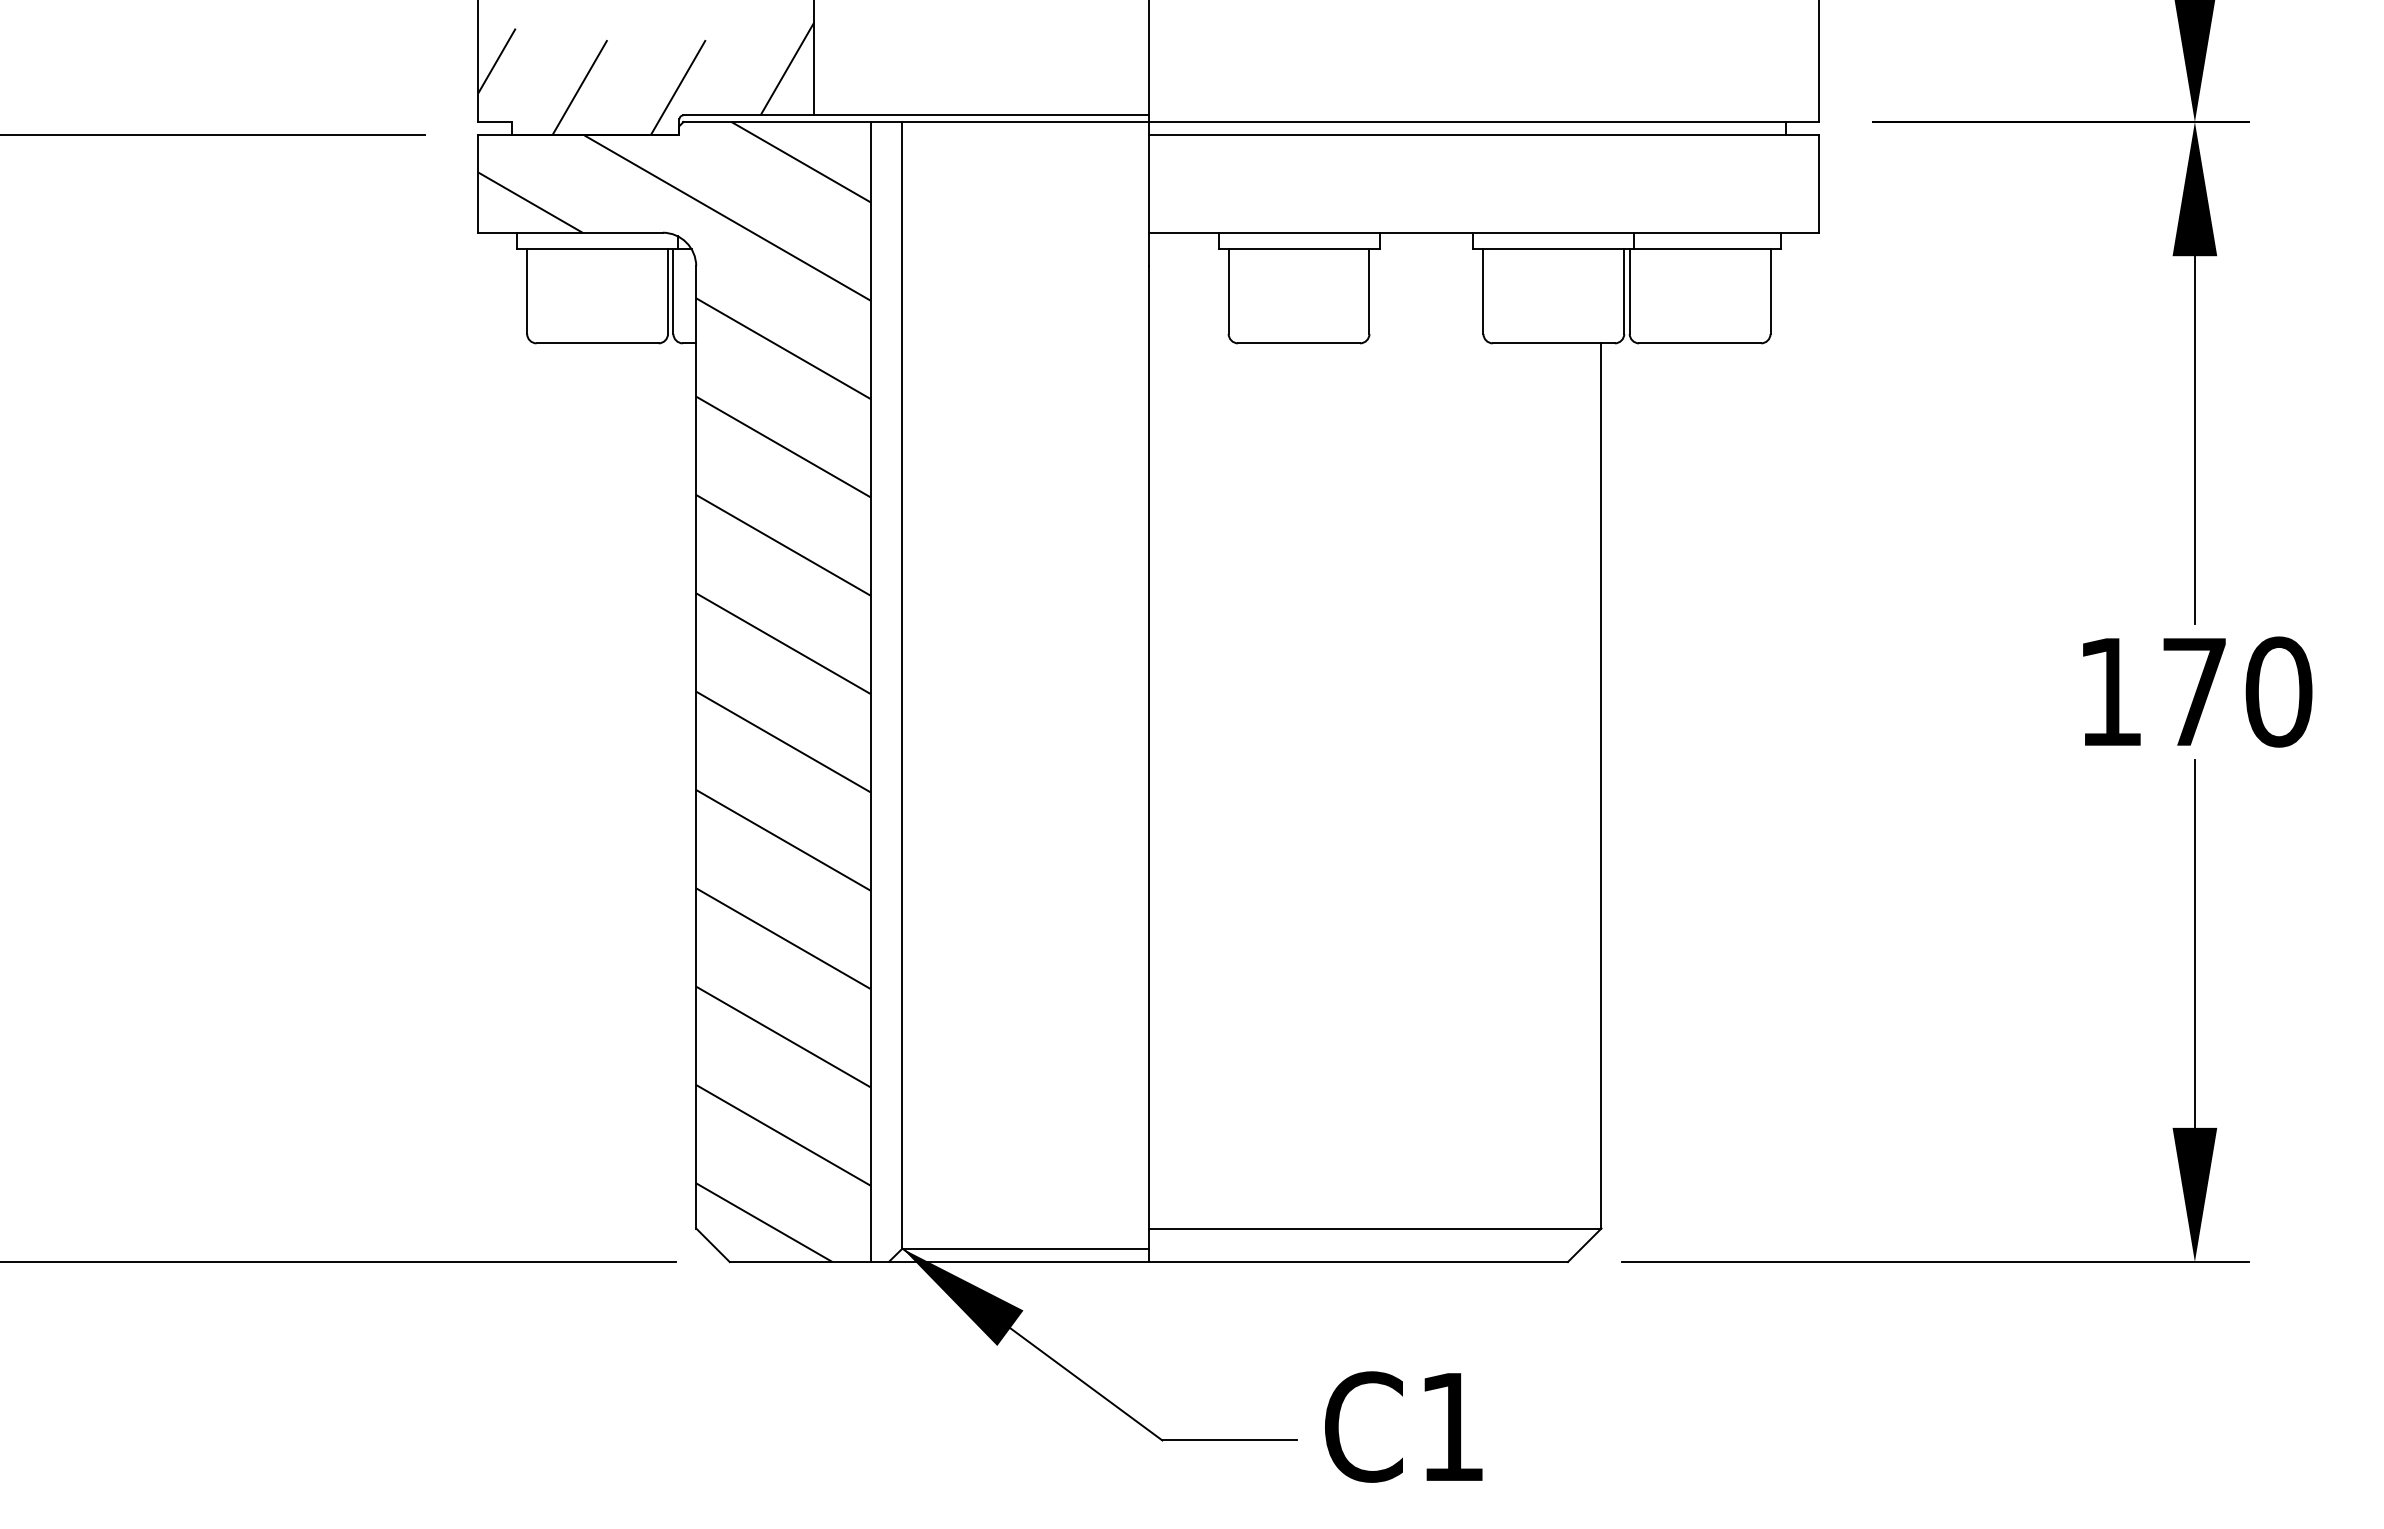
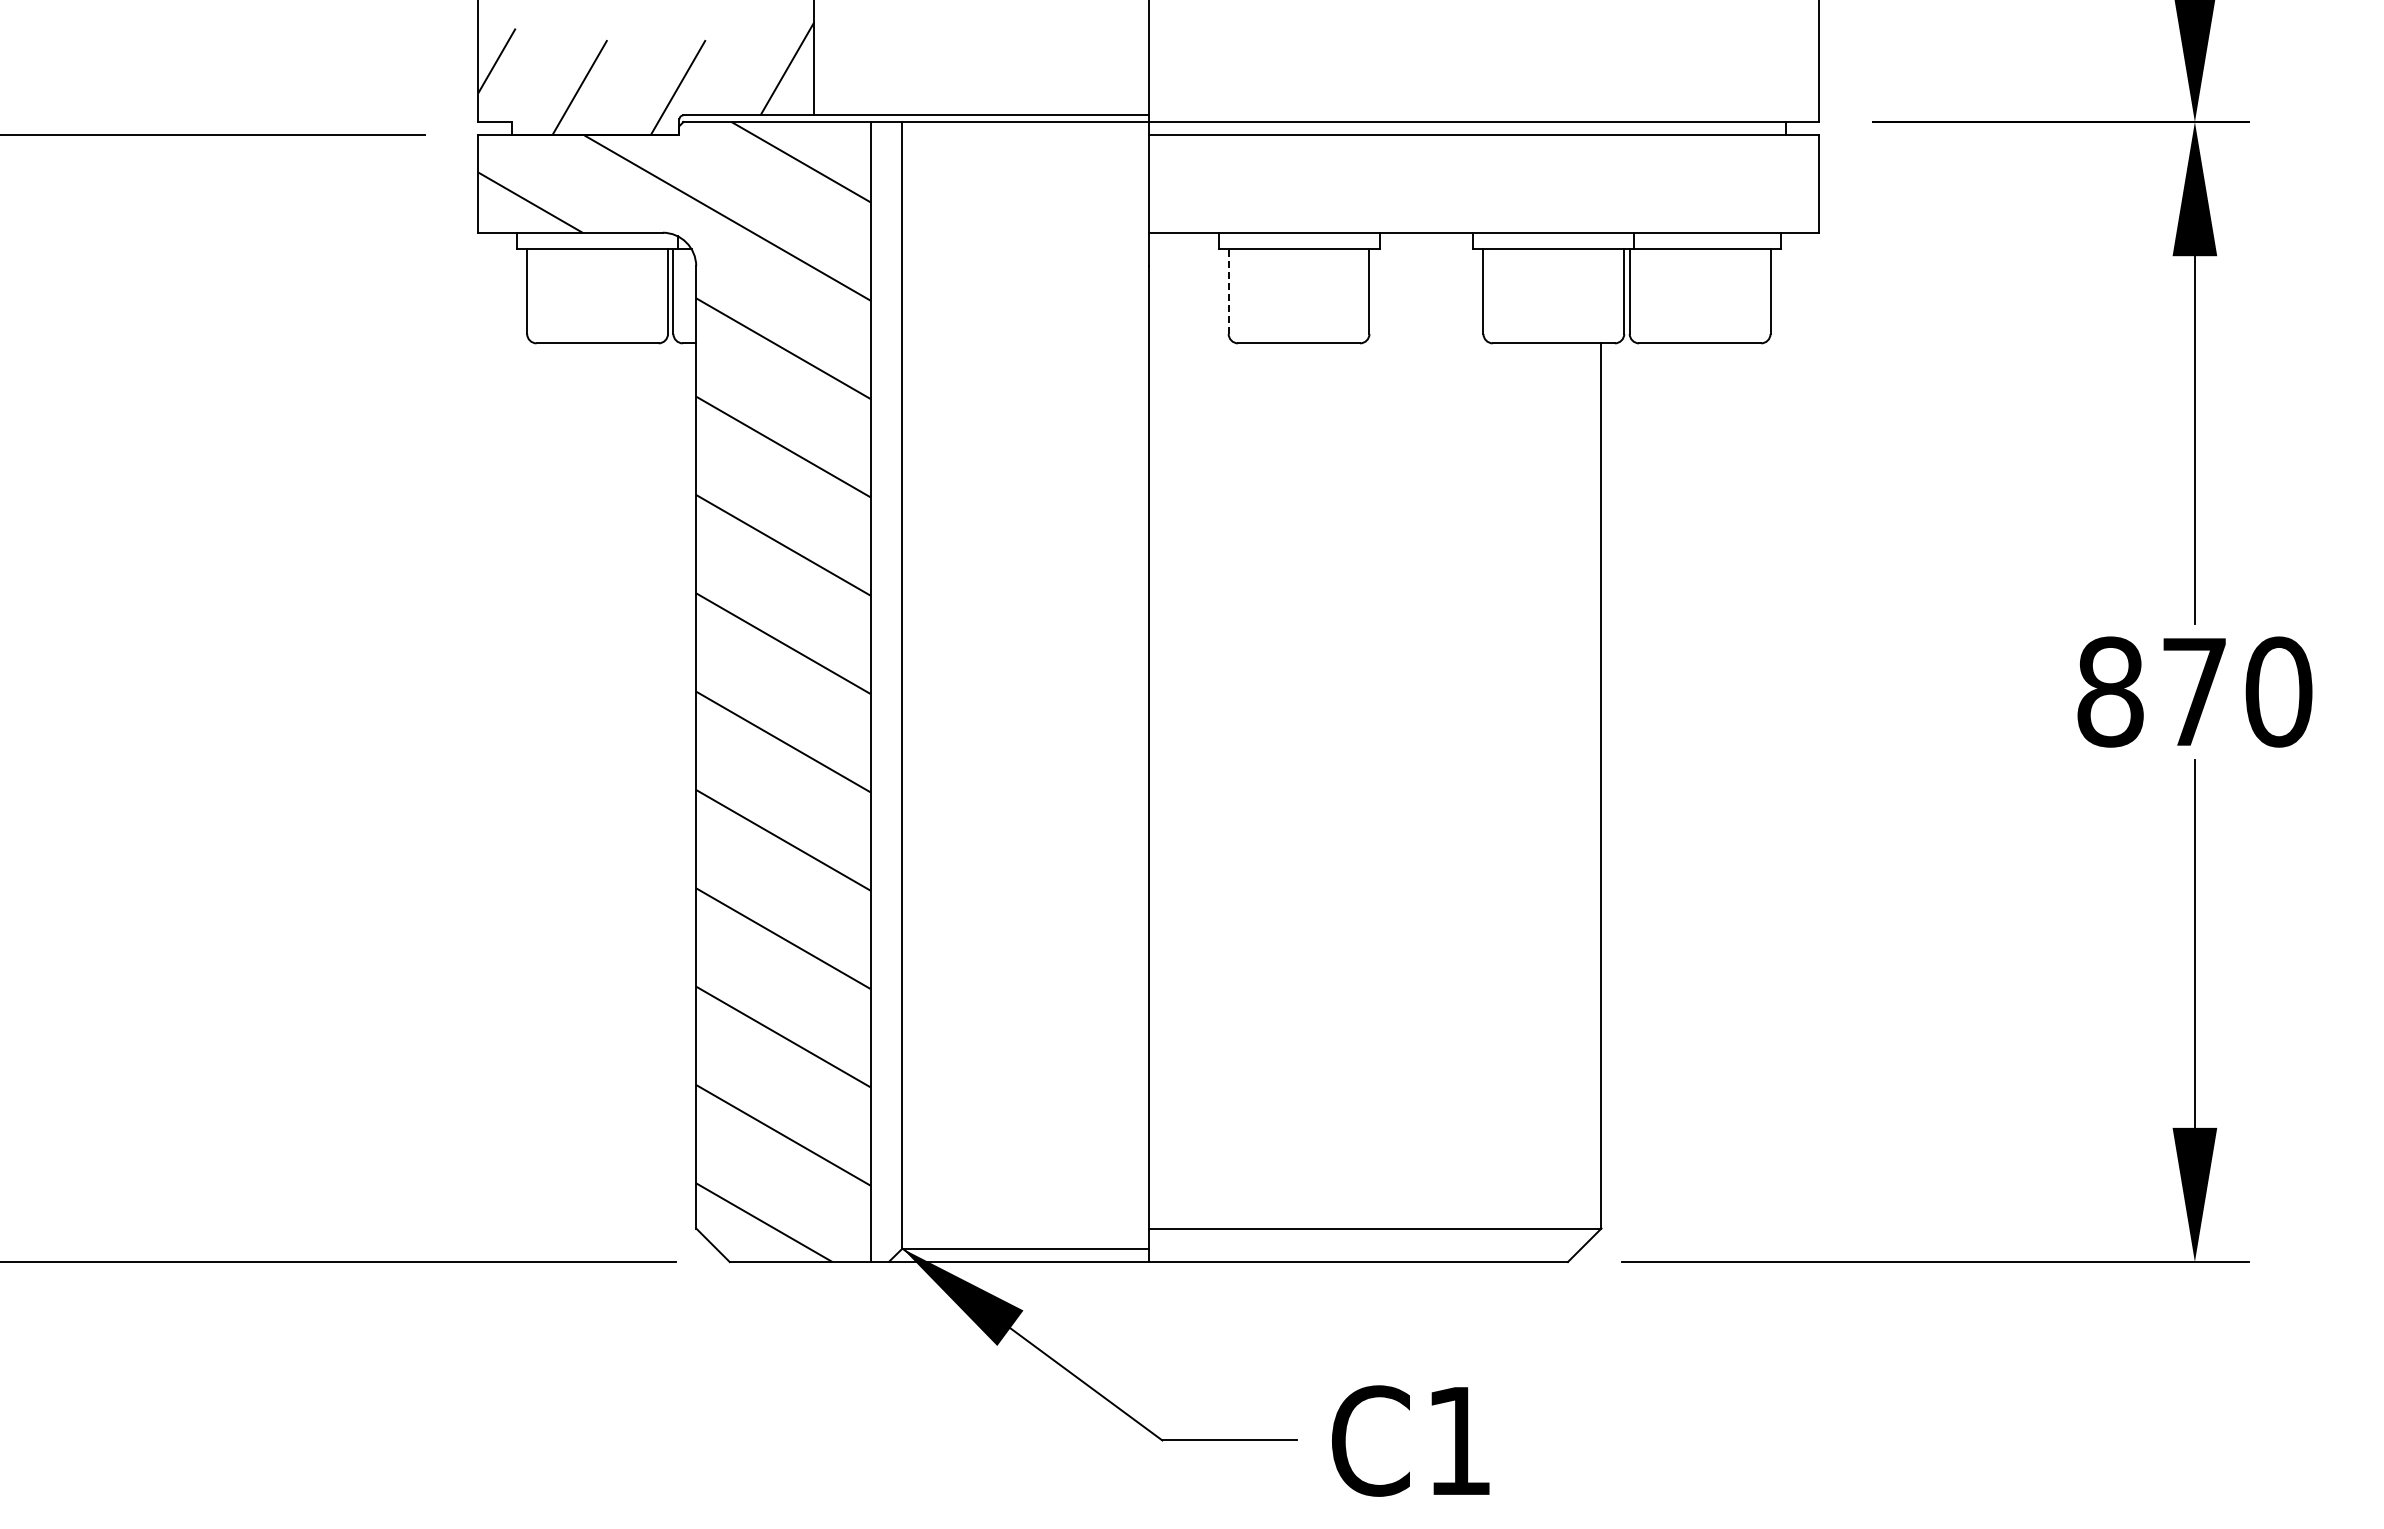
line at (1228, 291): solid -> dashed
text at (2110, 691): 170 -> 870
text at (1403, 1426) position: (1403, 1426) -> (1410, 1440)
